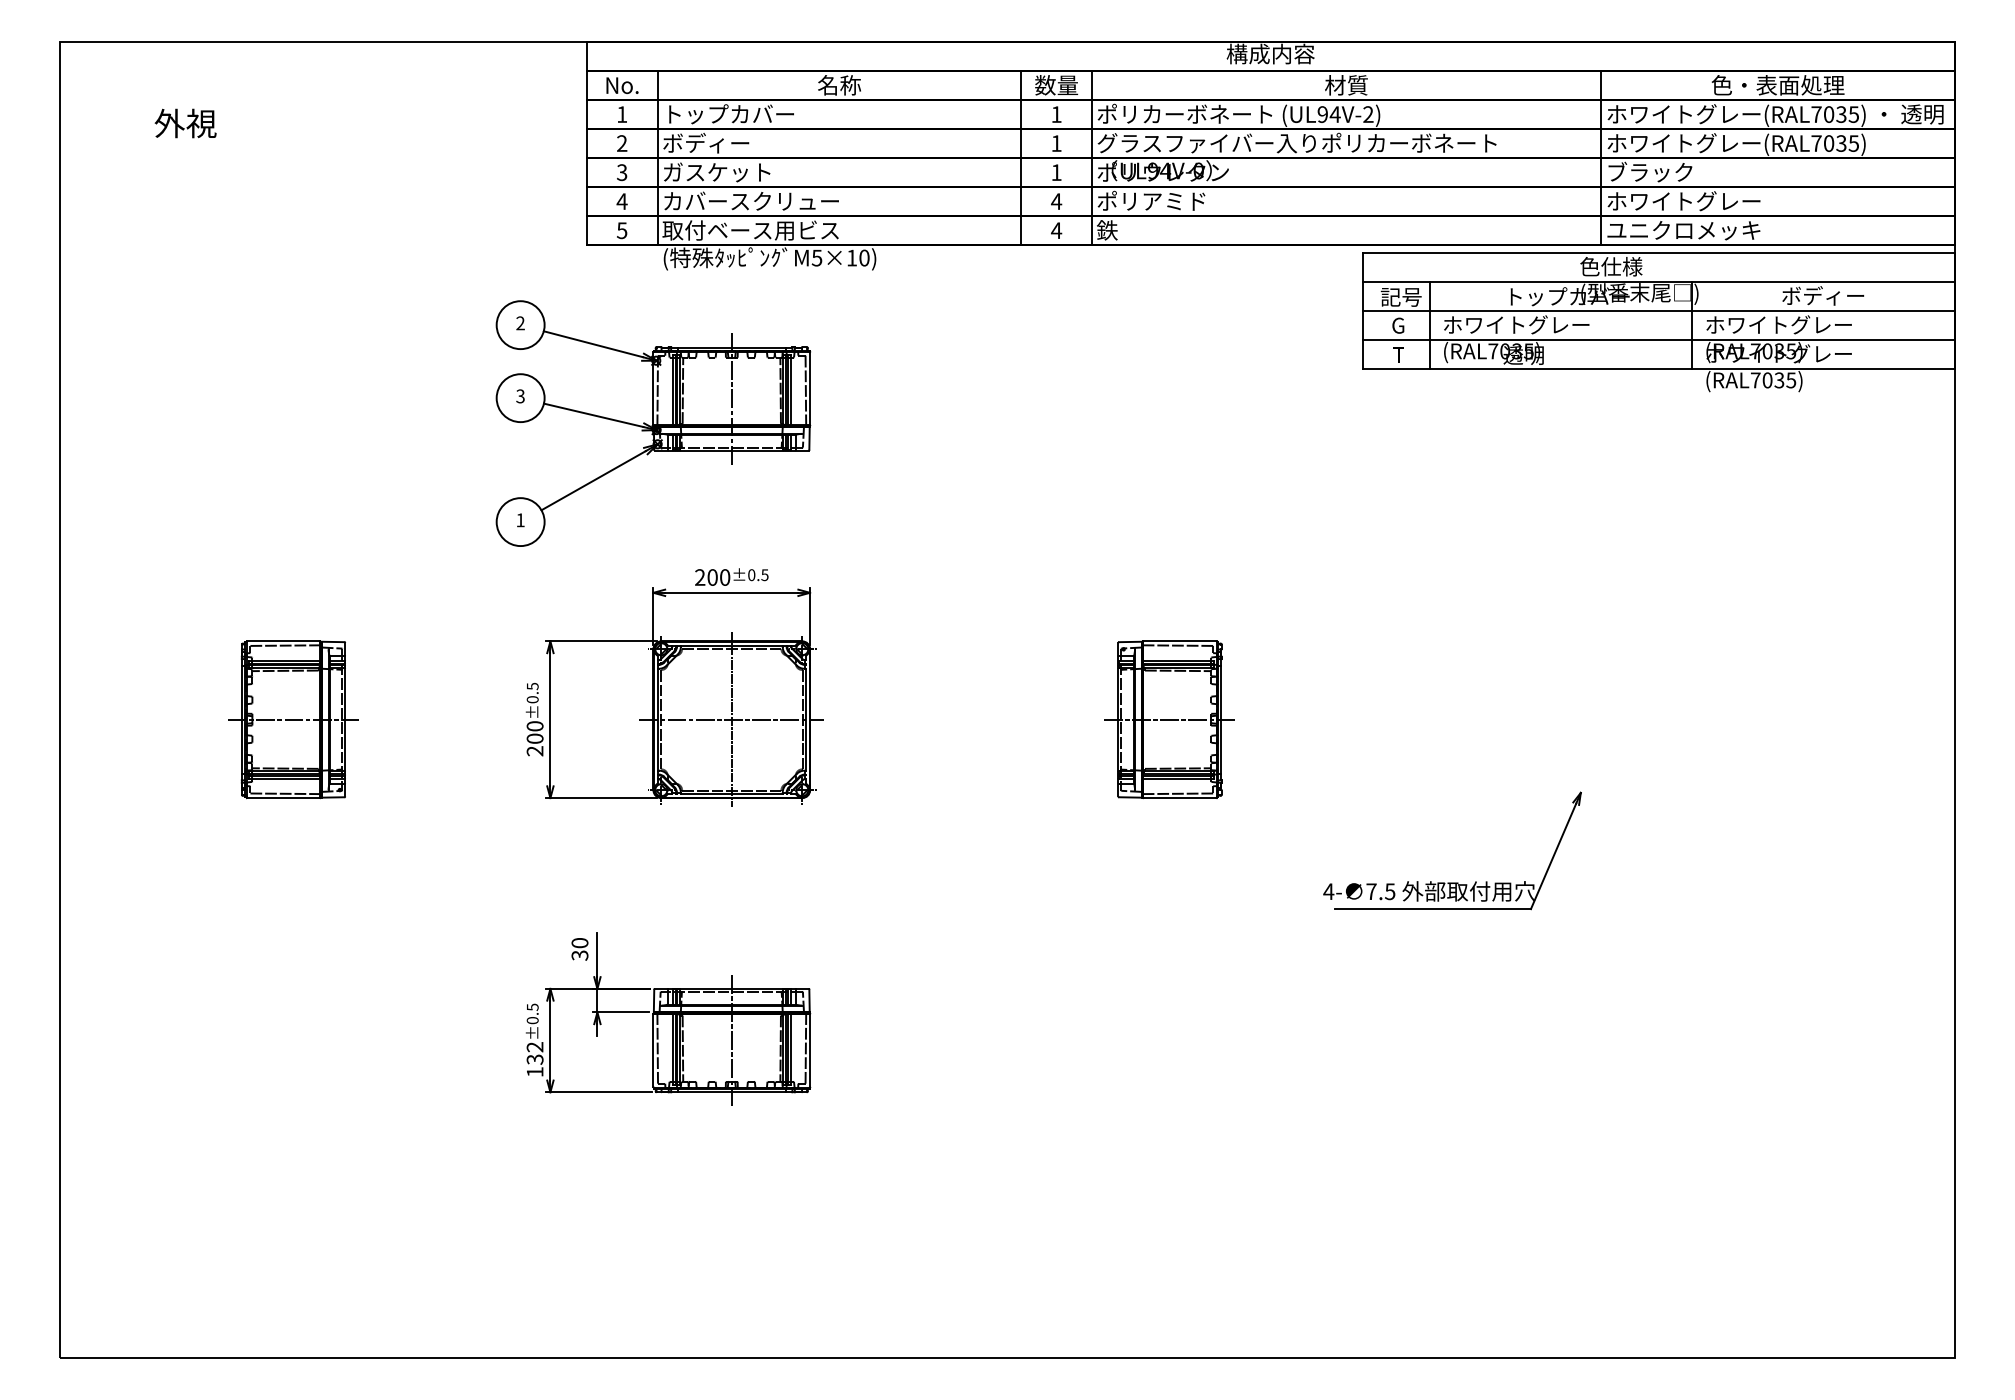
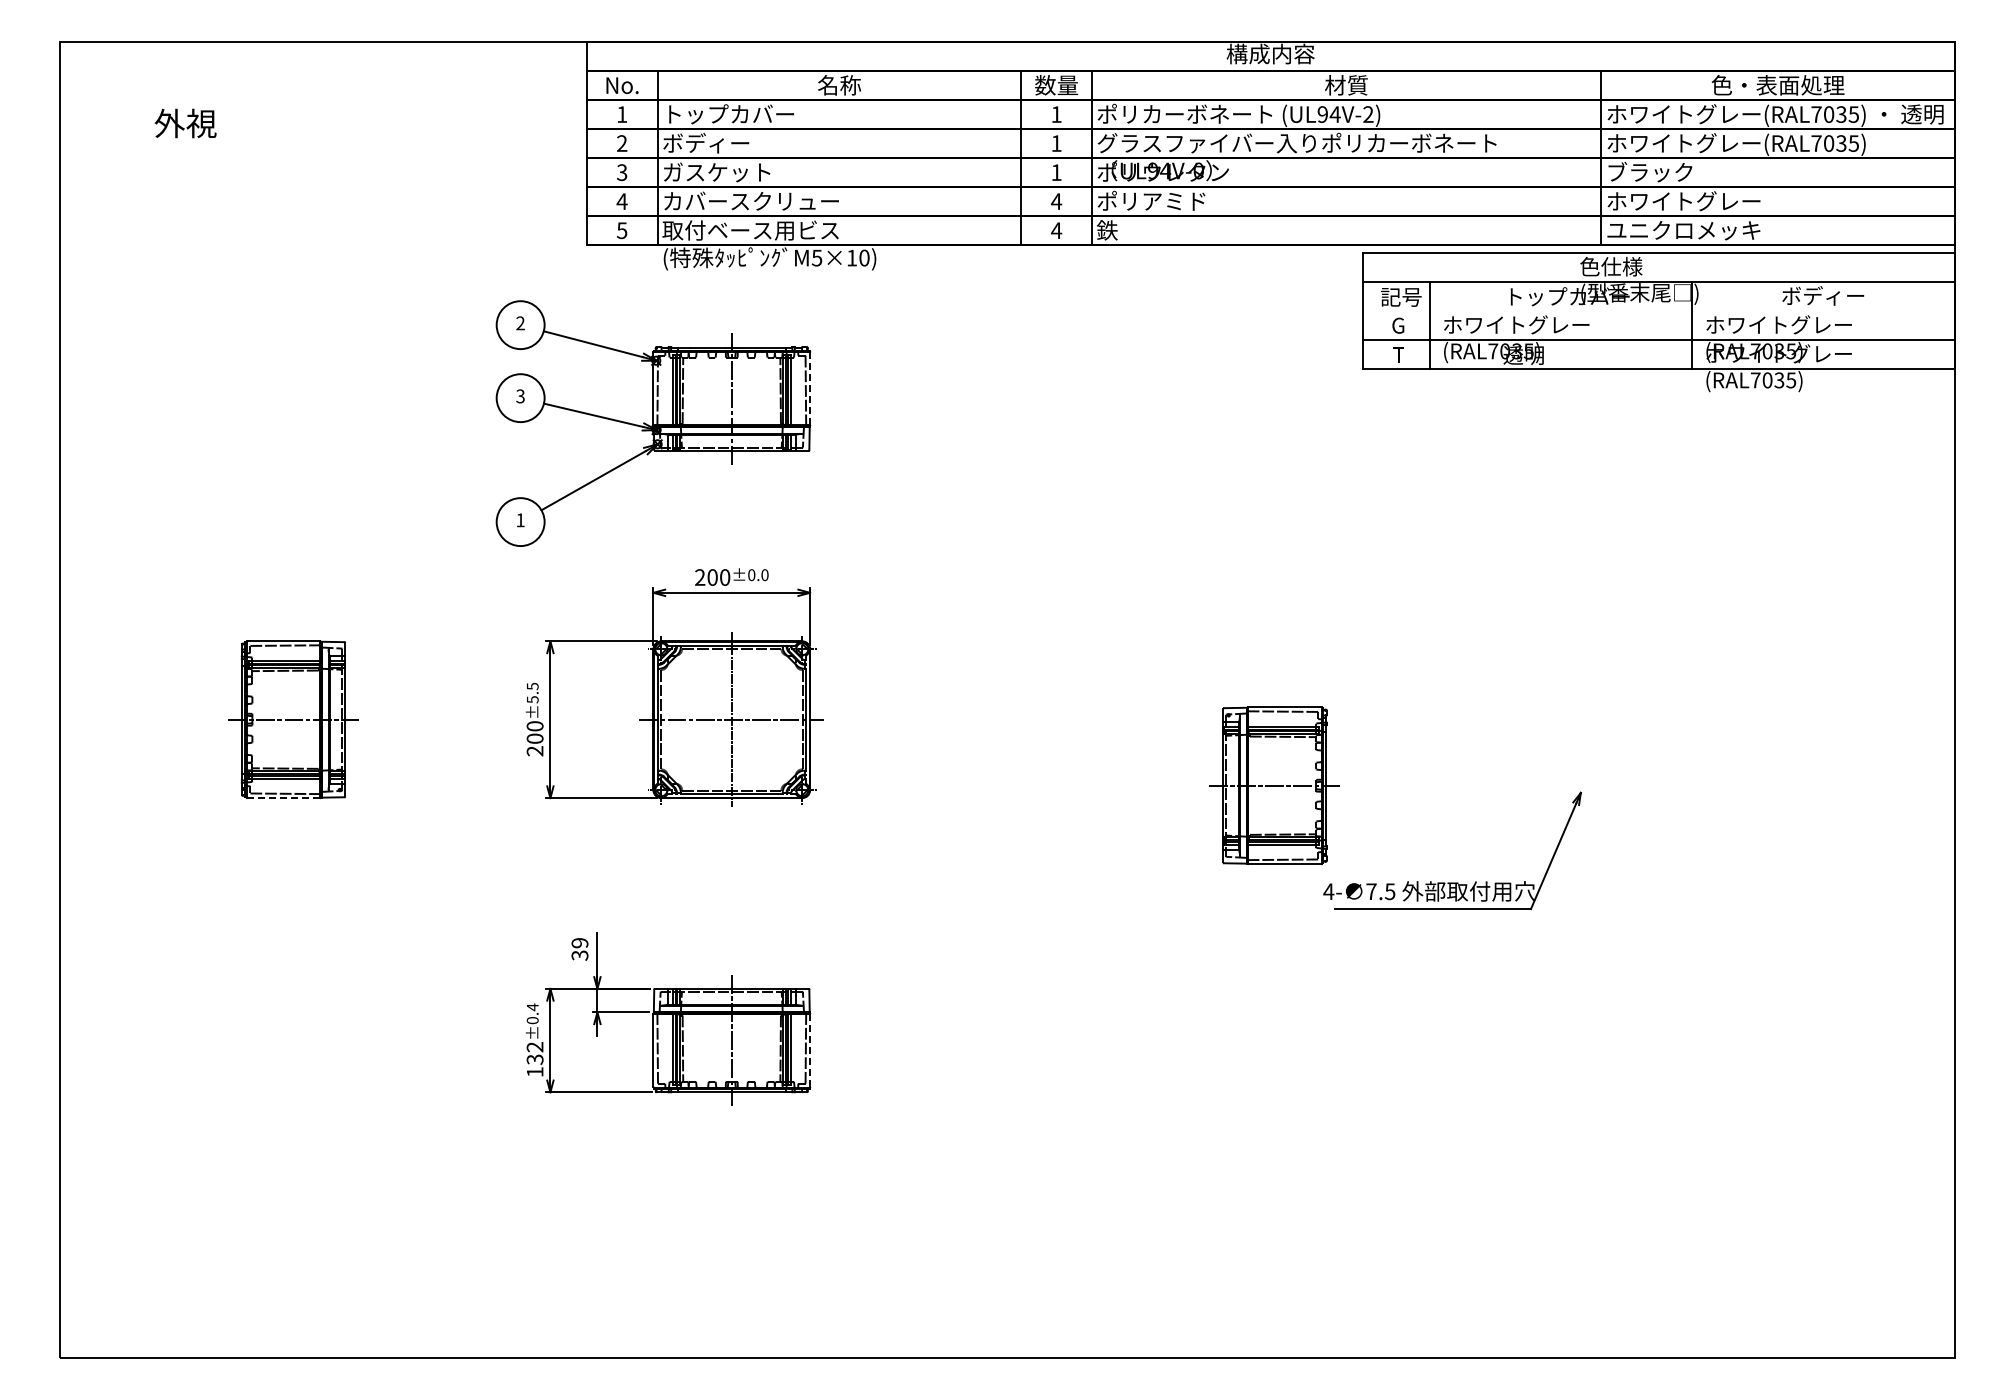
line at (1658, 311): present -> none
line at (810, 388): solid -> dashed
text at (764, 574): ±0.5 -> ±0.0
text at (532, 699): ±0.5 -> ±5.5
part at (1169, 719) position: (1169, 719) -> (1274, 785)
line at (283, 798): solid -> dashed
text at (579, 943): 30 -> 39
text at (532, 1007): ±0.5 -> ±0.4
line at (810, 1050): solid -> dashed
